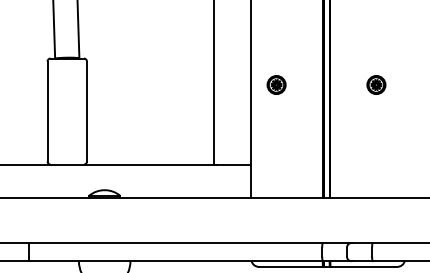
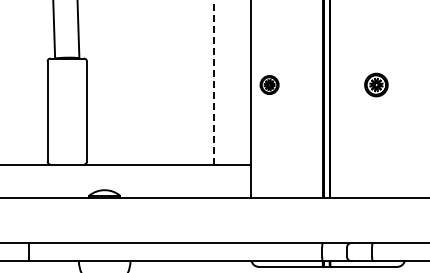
line at (214, 82): solid -> dashed
part at (276, 84) position: (276, 84) -> (269, 84)
part at (376, 84) size: 21x20 px -> 25x26 px
